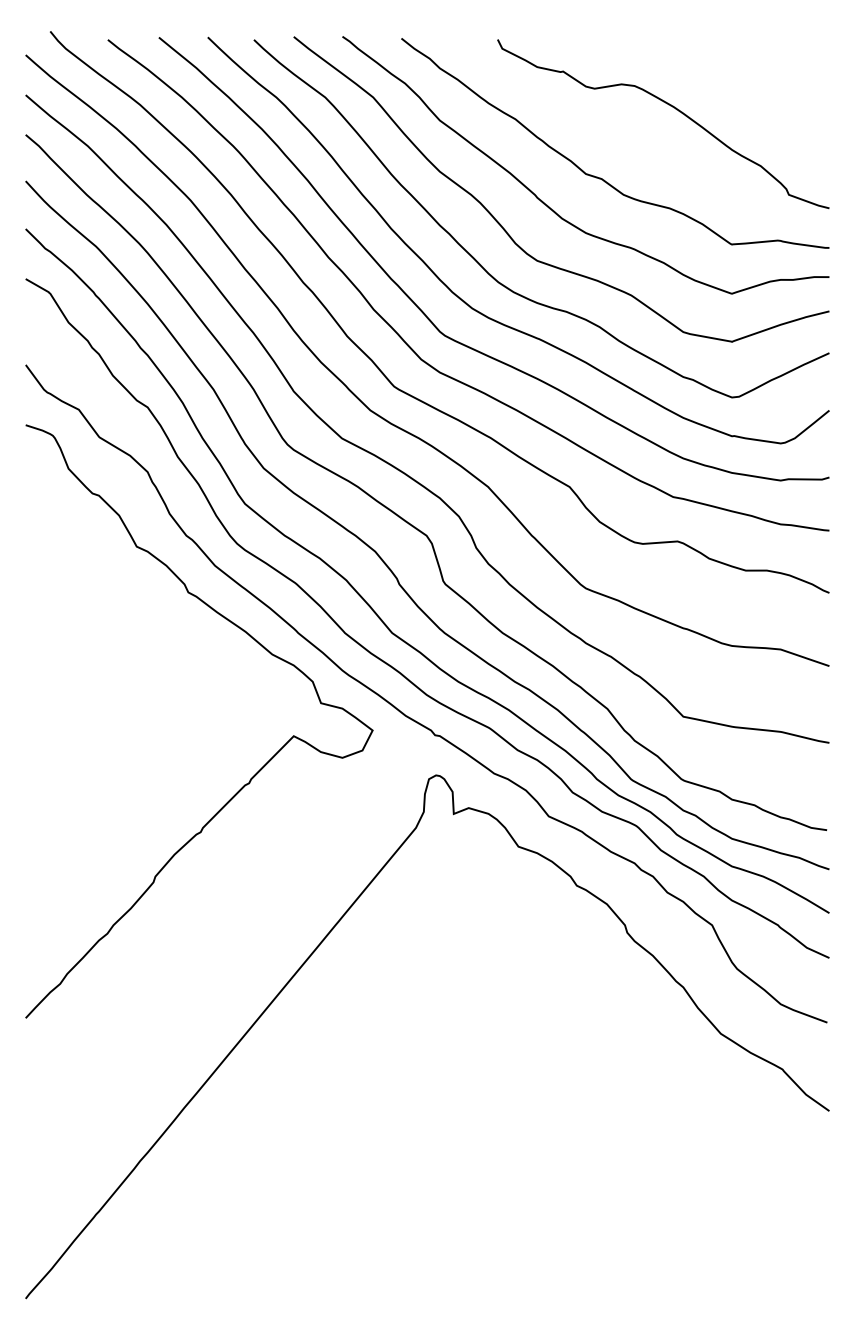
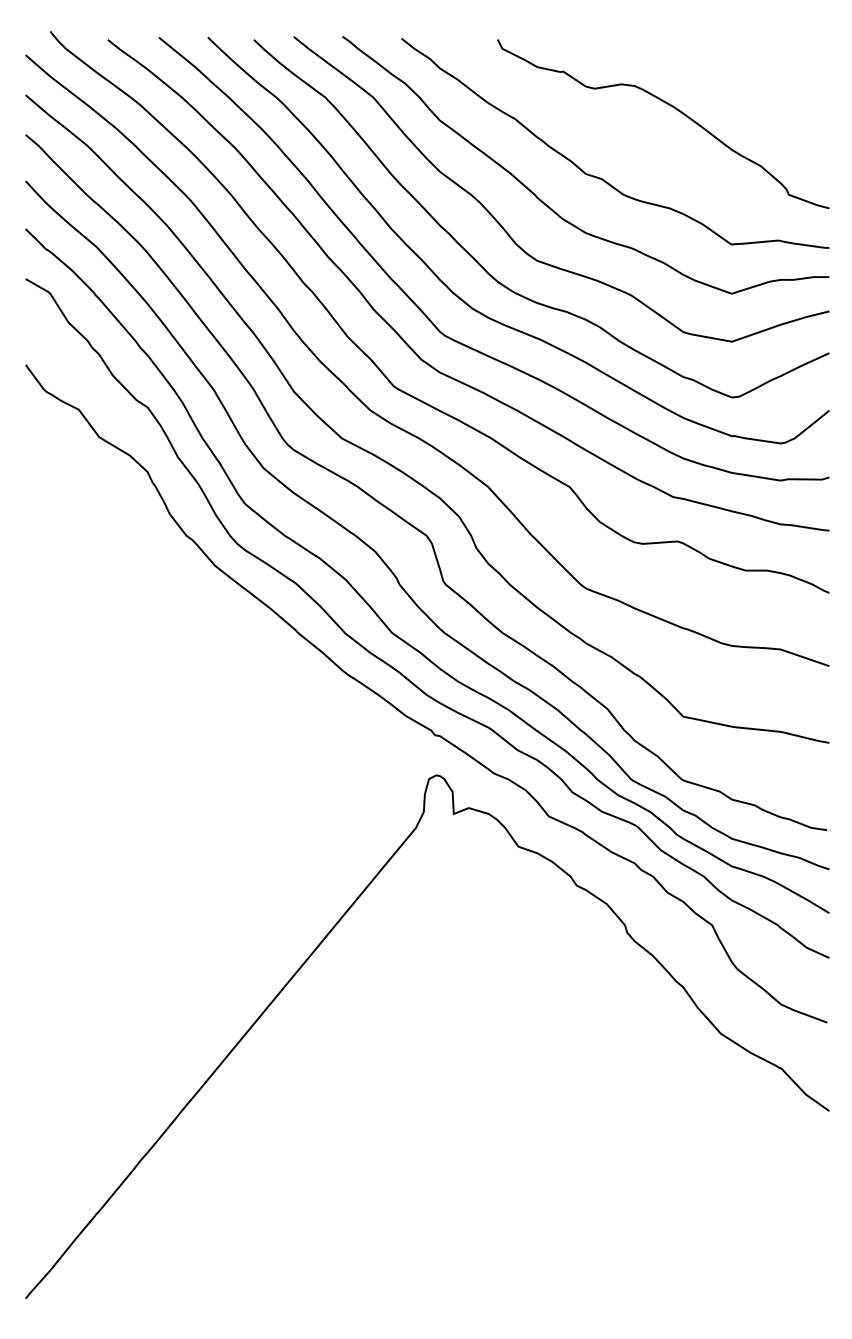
curve at (253, 775): present -> none
